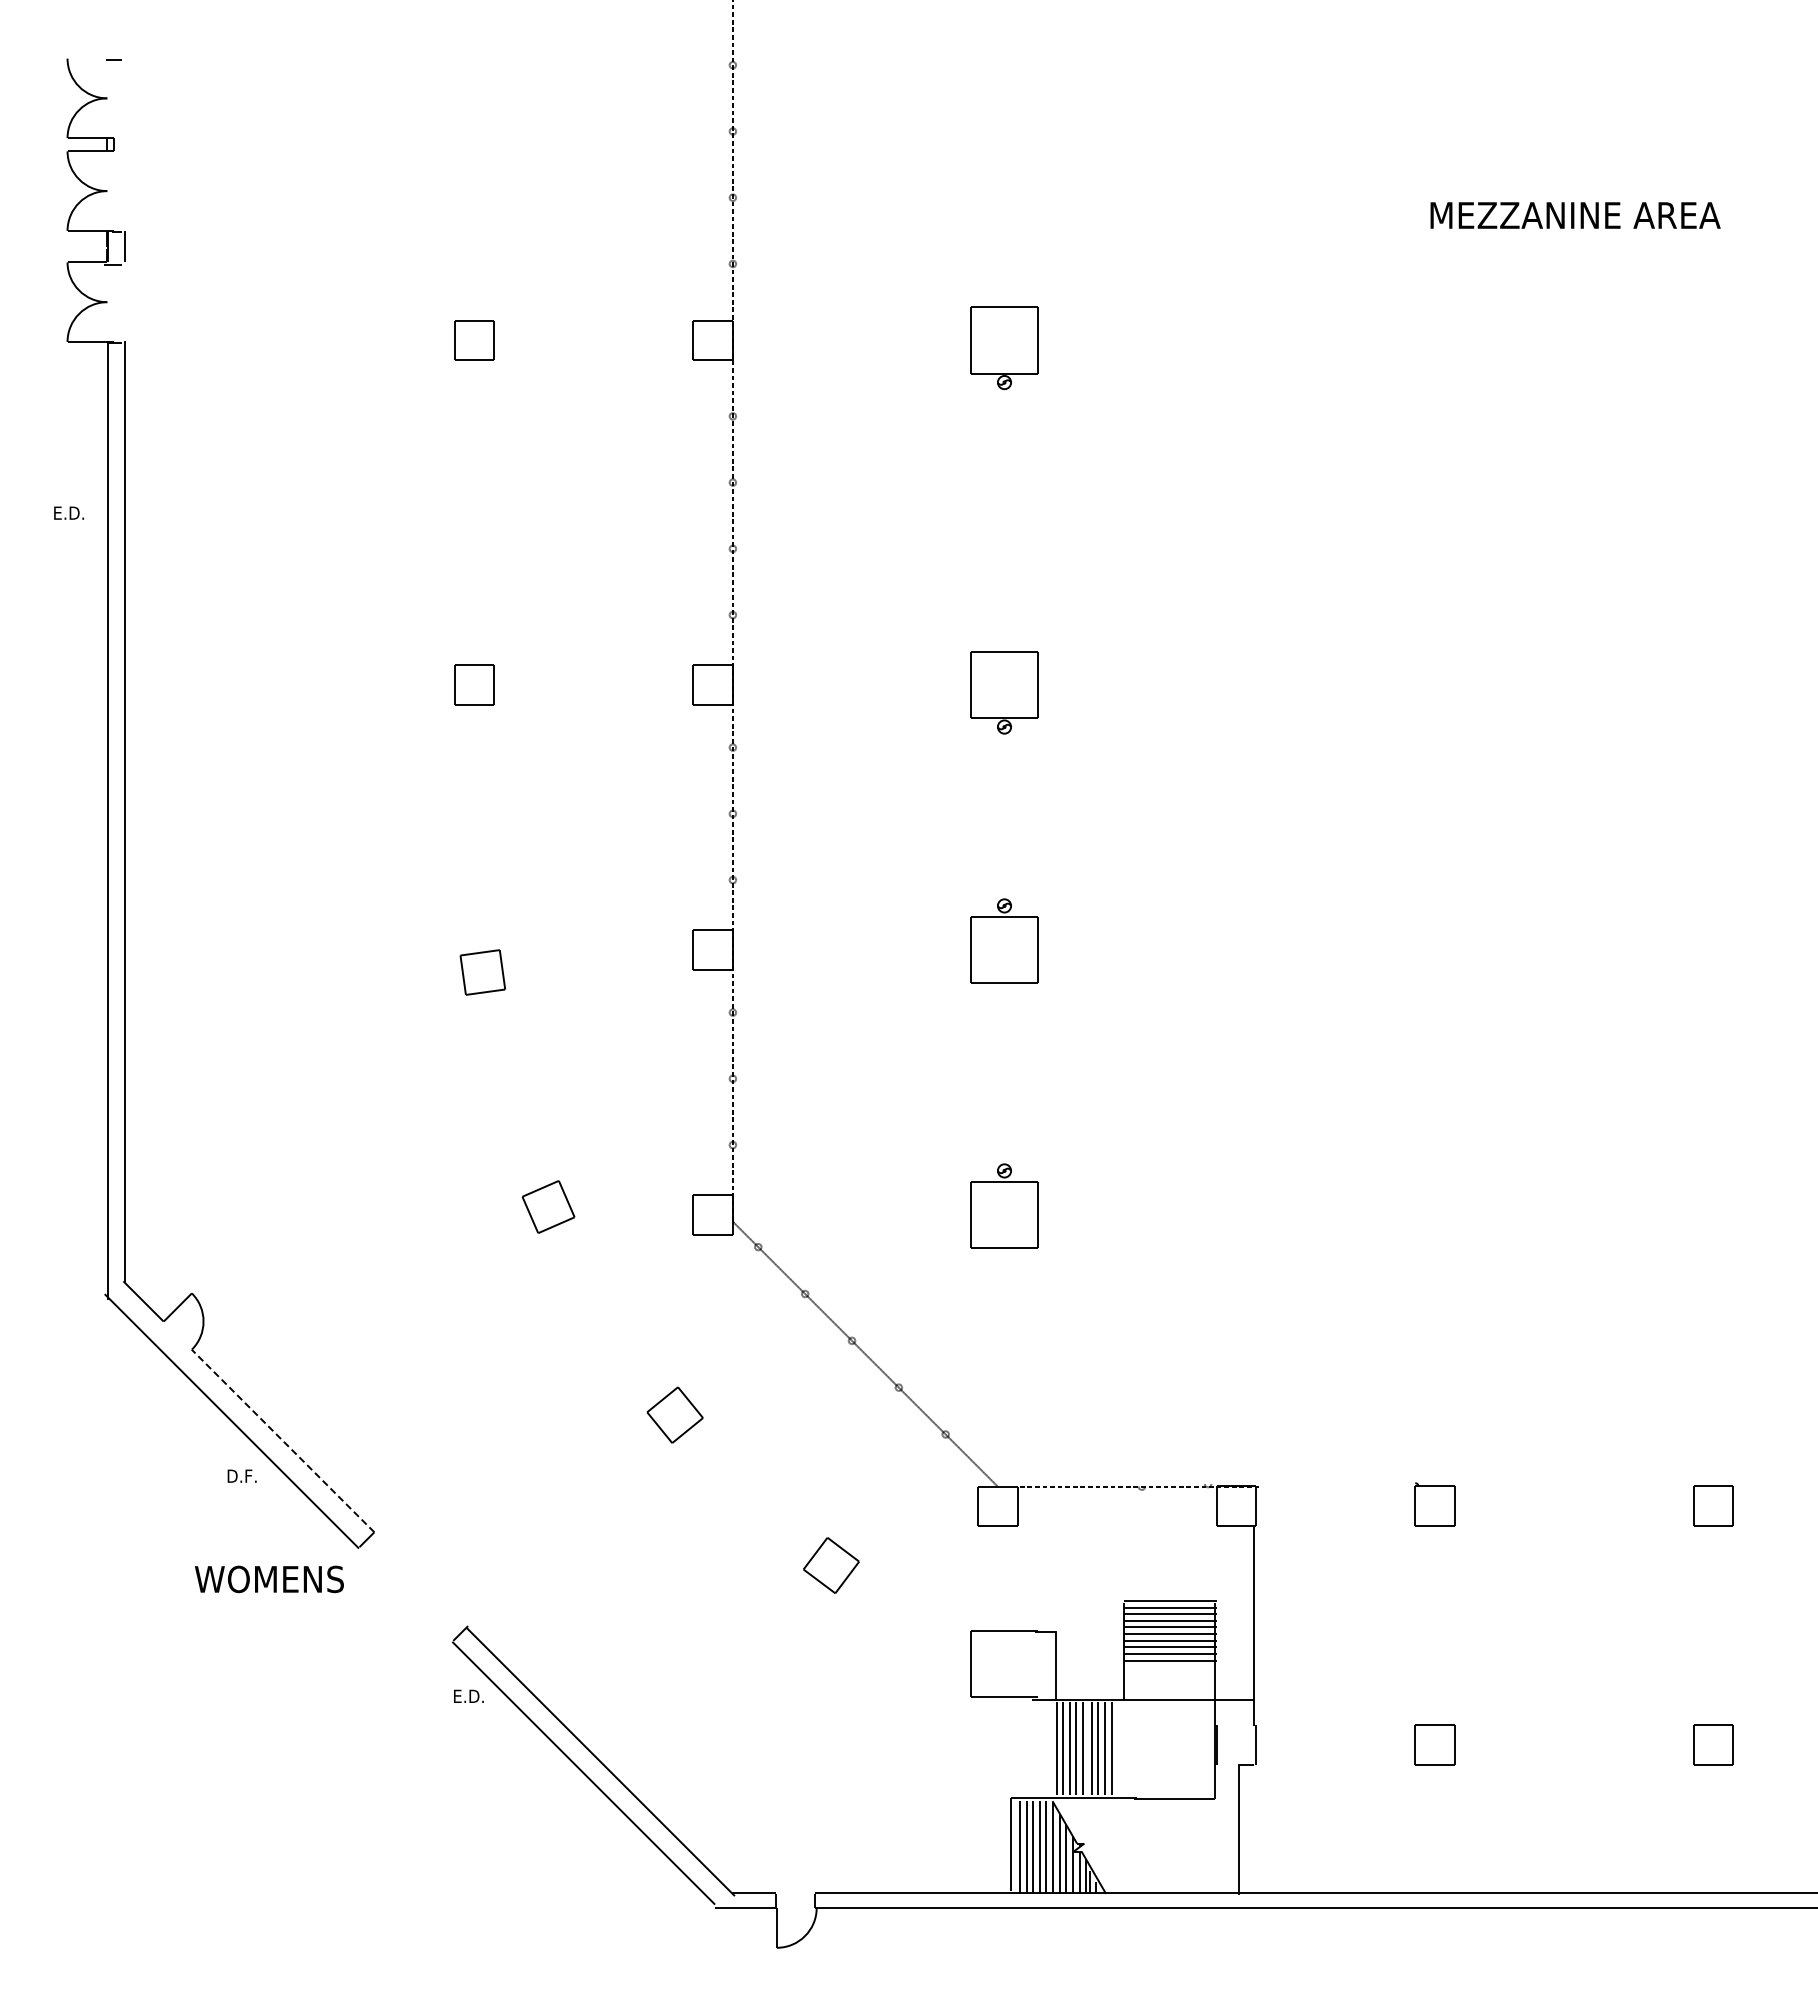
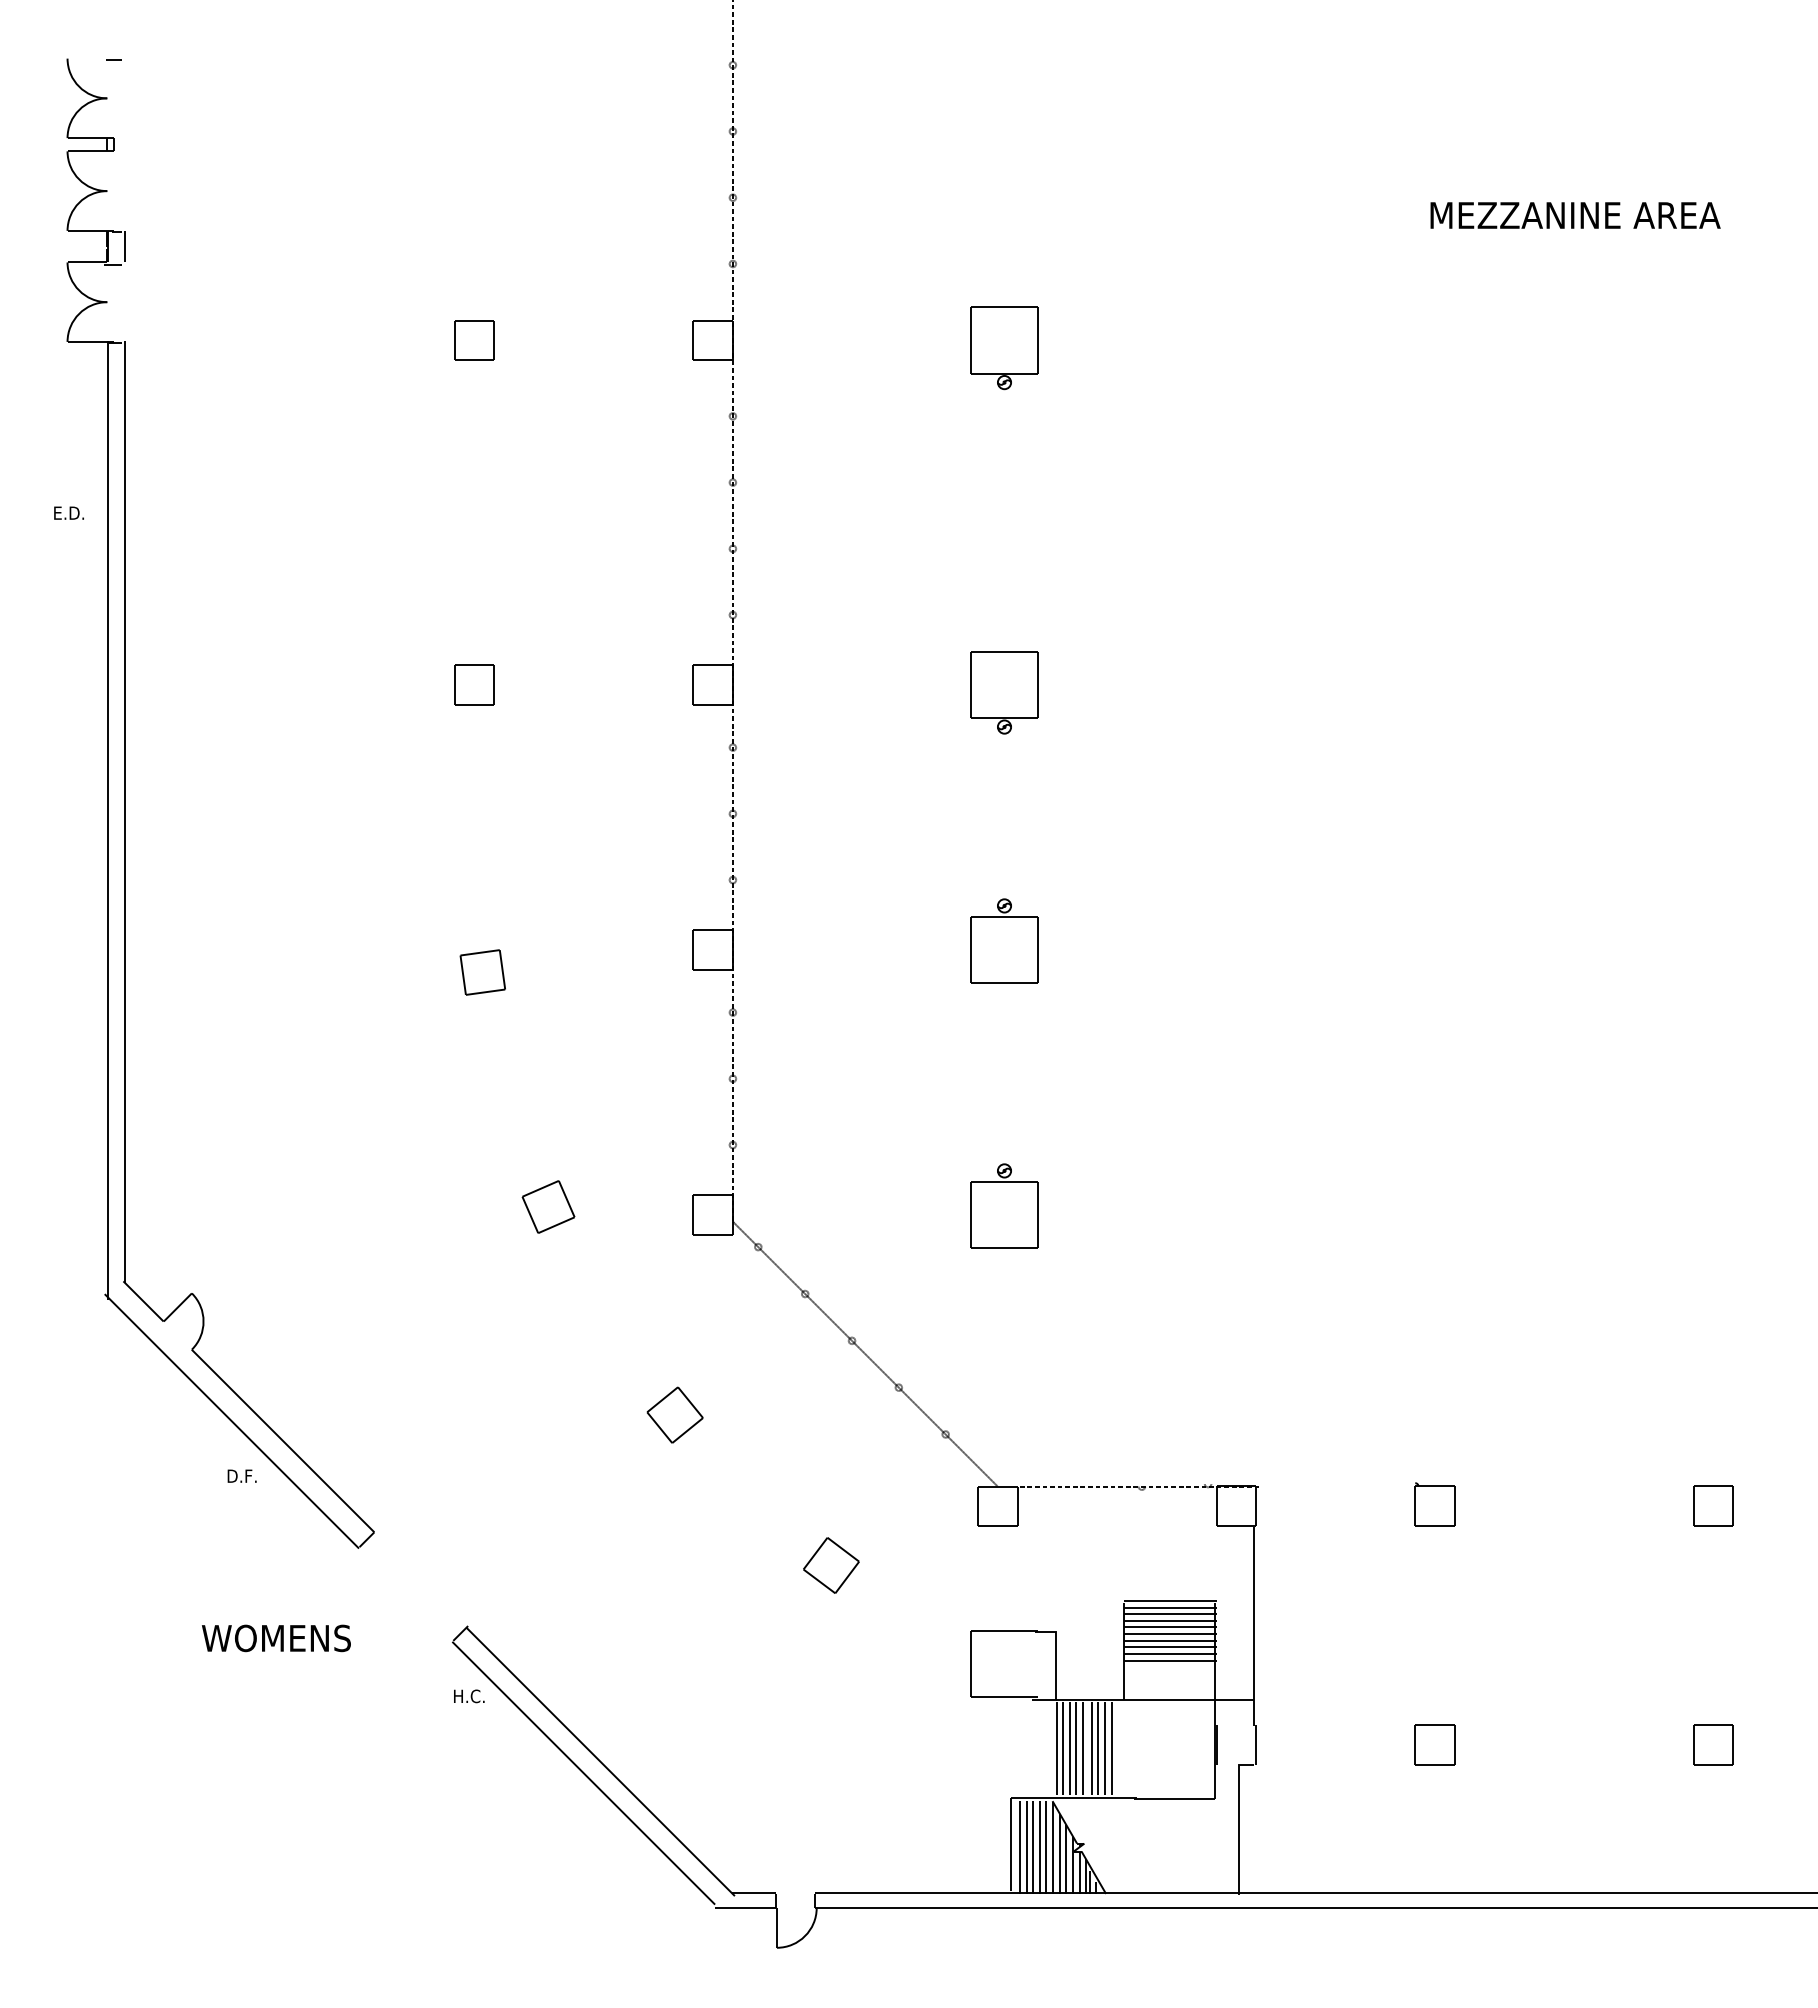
line at (282, 1440): dashed -> solid
text at (269, 1579) position: (269, 1579) -> (276, 1638)
text at (469, 1696): E.D. -> H.C.
